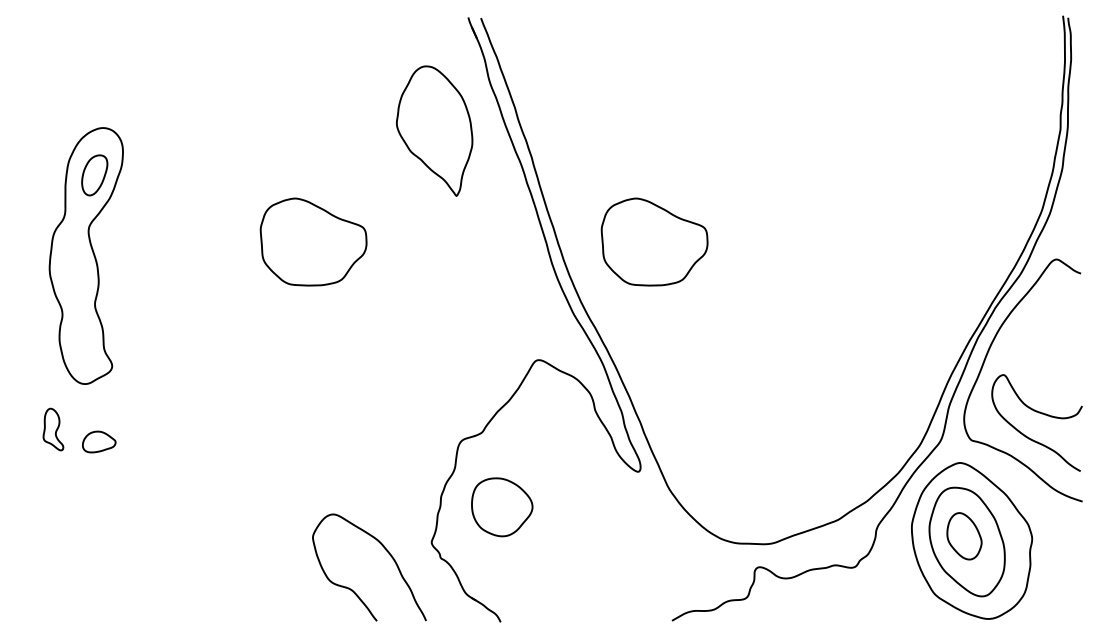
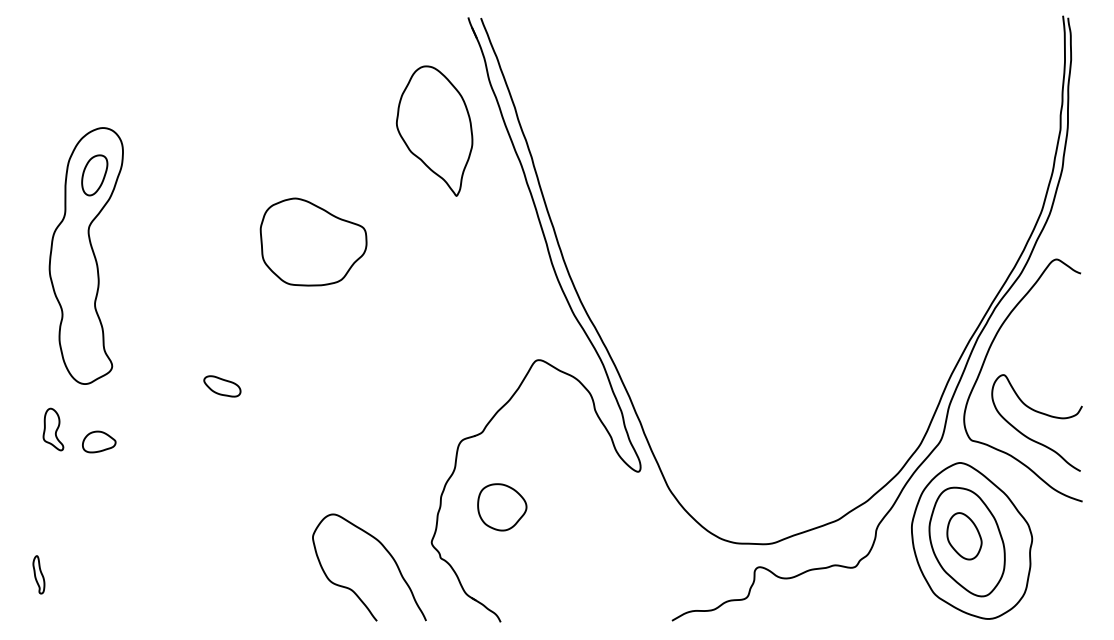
part at (654, 241): present -> none
part at (222, 386): none -> present
part at (502, 507) size: 63x61 px -> 51x49 px
part at (38, 574): none -> present
